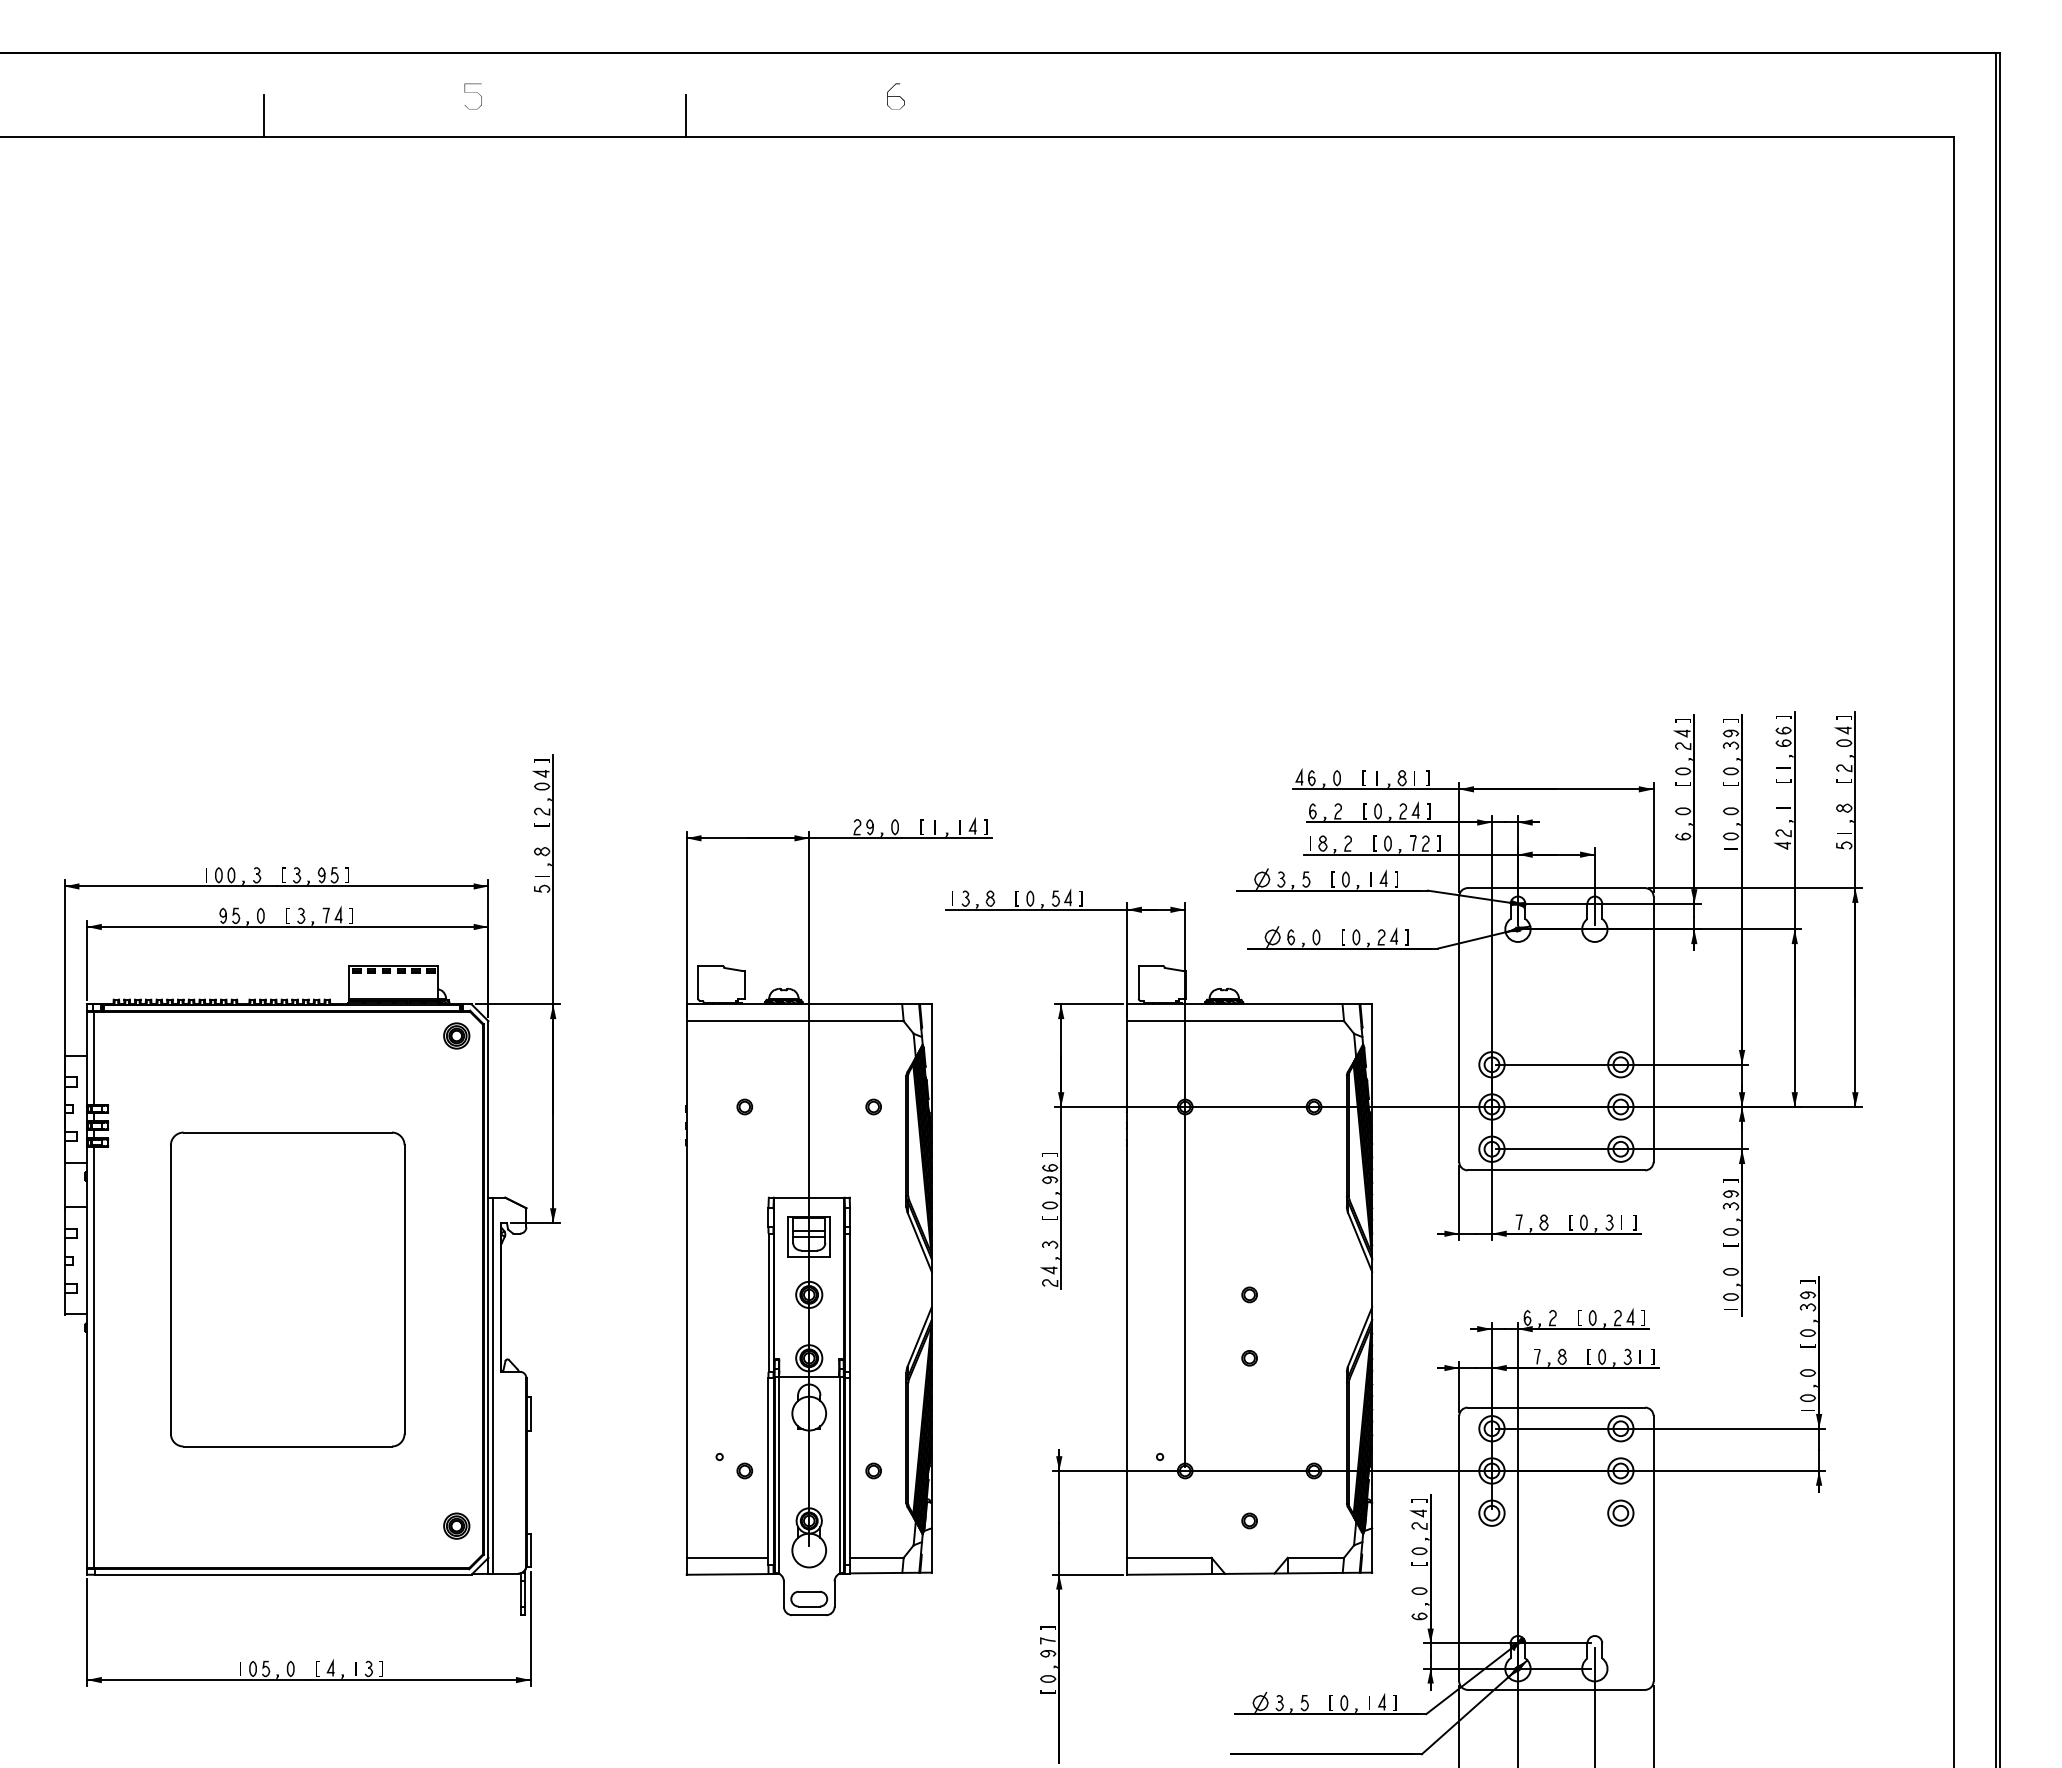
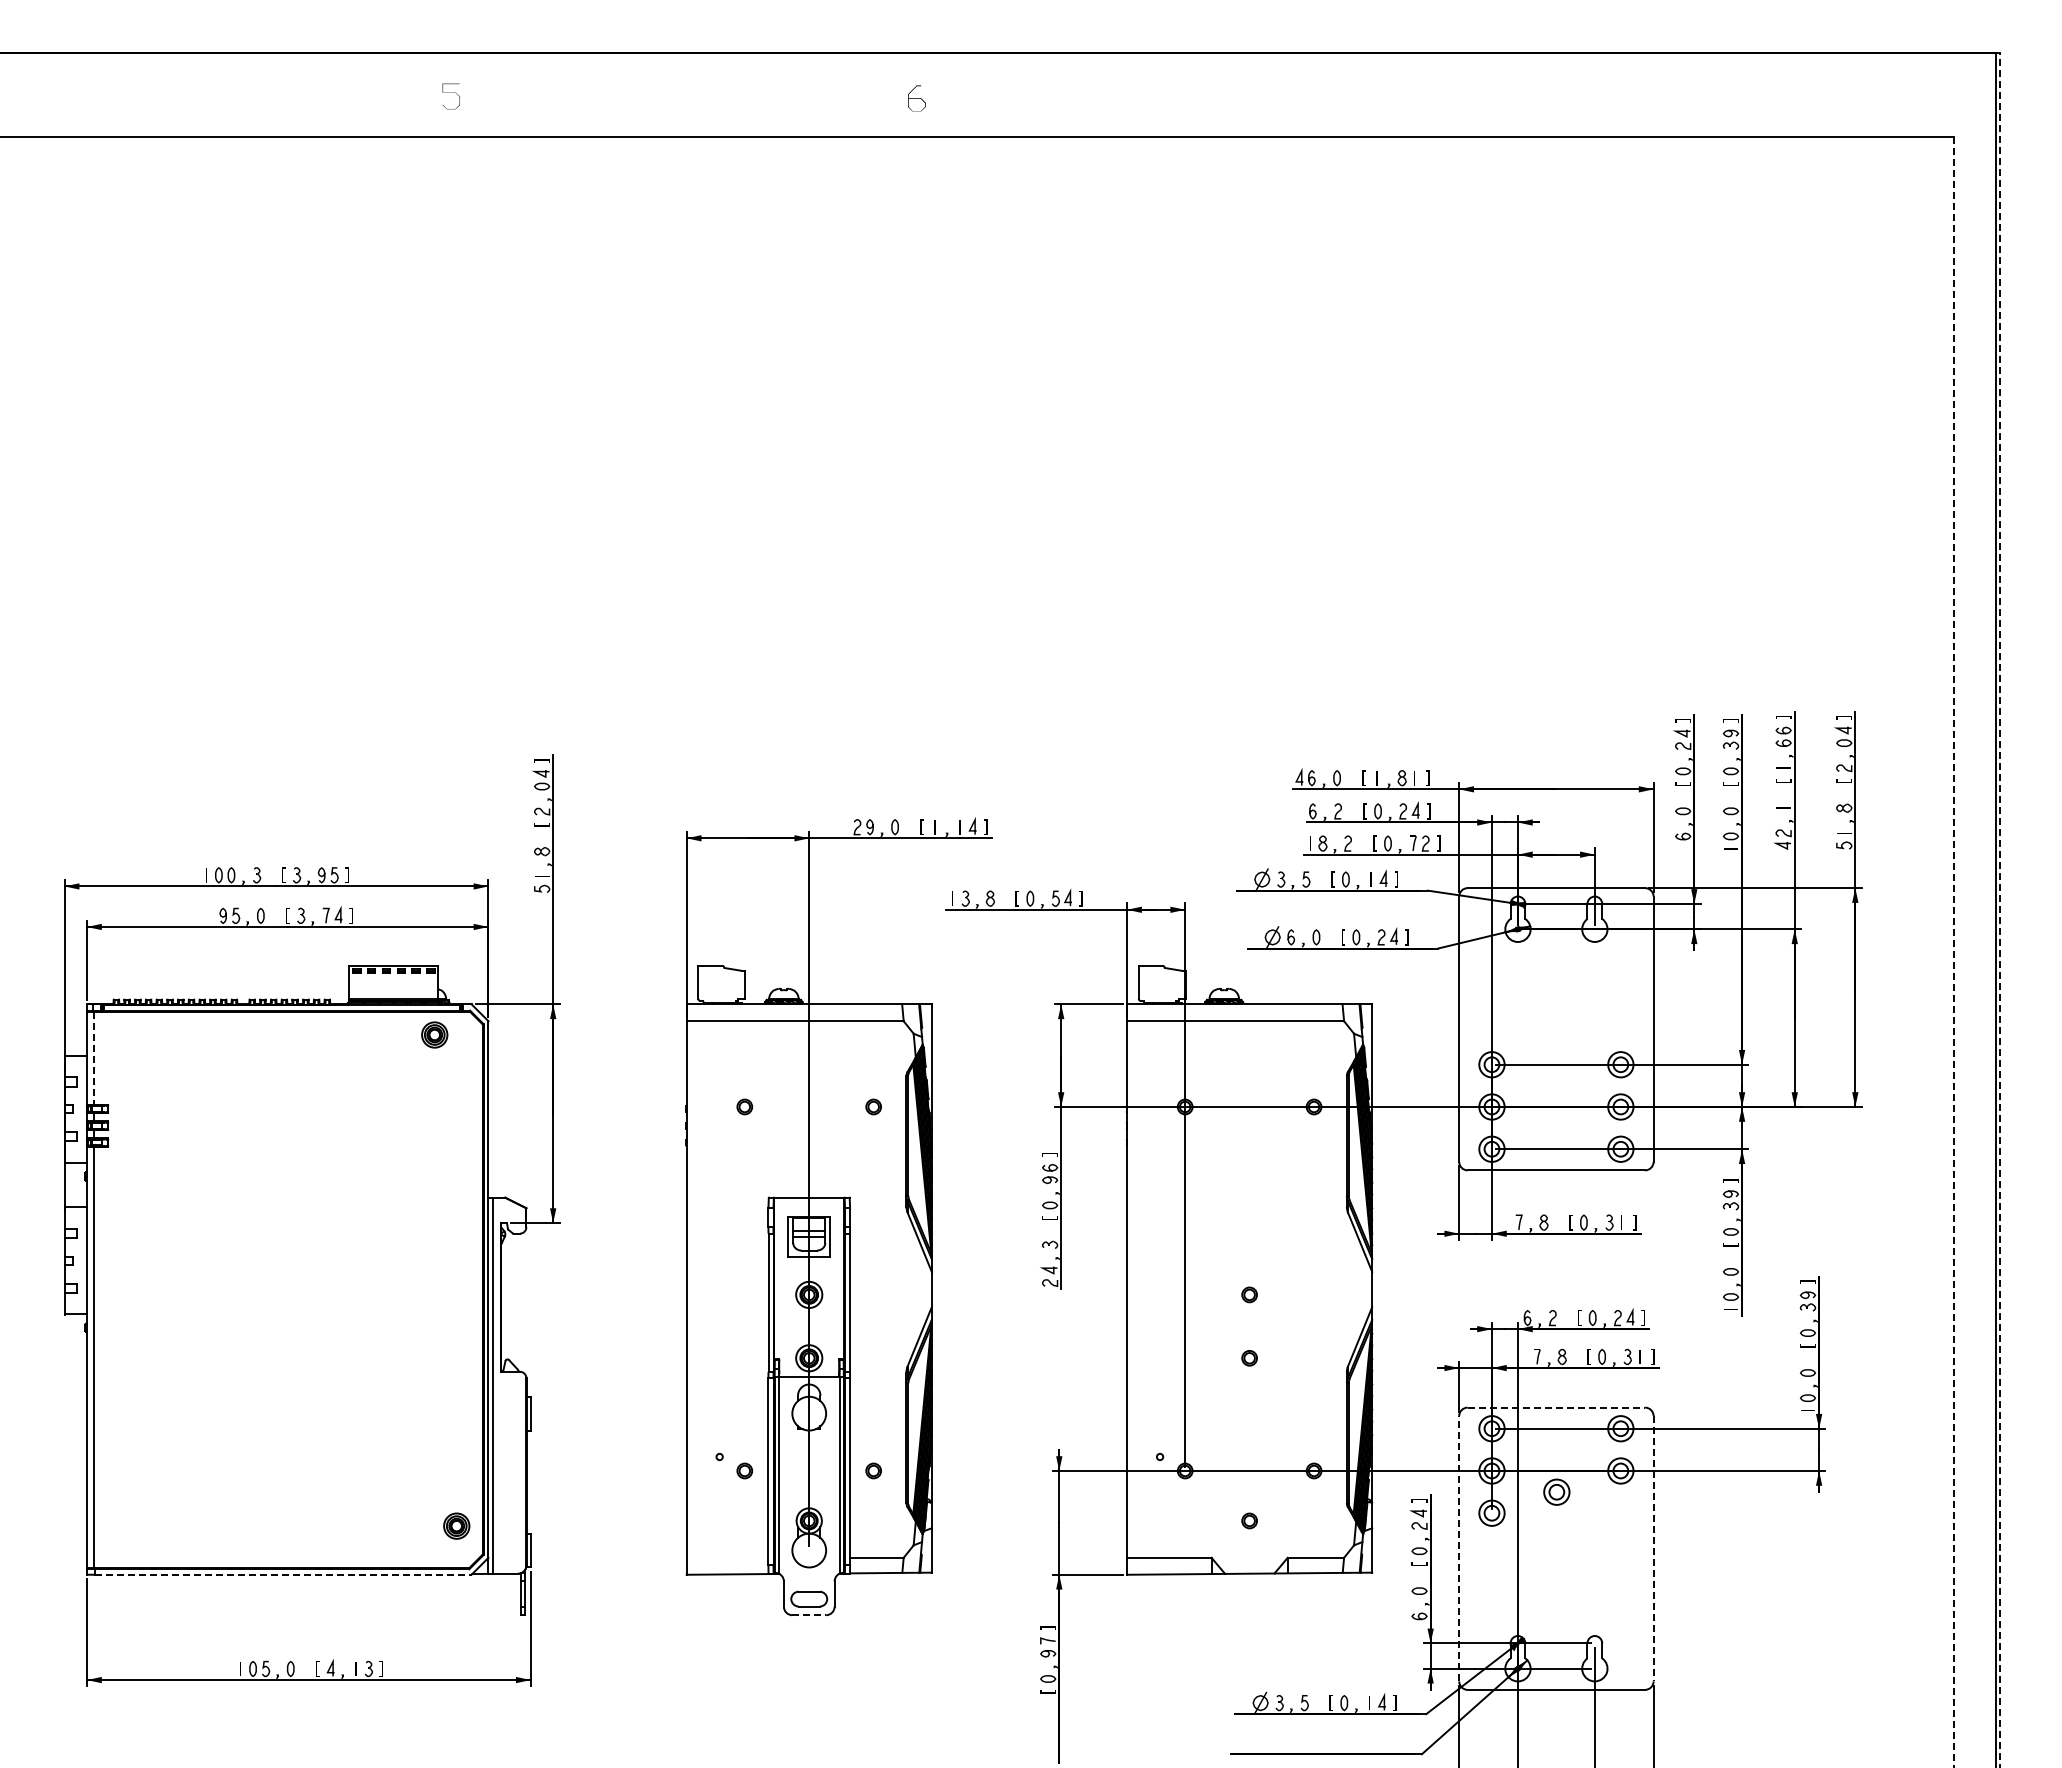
part at (472, 96) position: (472, 96) -> (450, 96)
part at (895, 96) position: (895, 96) -> (916, 98)
line at (263, 116): present -> none
line at (686, 116): present -> none
line at (2000, 910): solid -> dashed
line at (1953, 953): solid -> dashed
part at (456, 1035) position: (456, 1035) -> (434, 1034)
line at (93, 1058): solid -> dashed
part at (287, 1289): present -> none
line at (1556, 1407): solid -> dashed
part at (1620, 1512) position: (1620, 1512) -> (1556, 1491)
line at (1459, 1548): solid -> dashed
line at (1653, 1548): solid -> dashed
line at (727, 1557): present -> none
line at (284, 1574): solid -> dashed
line at (809, 1615): solid -> dashed
